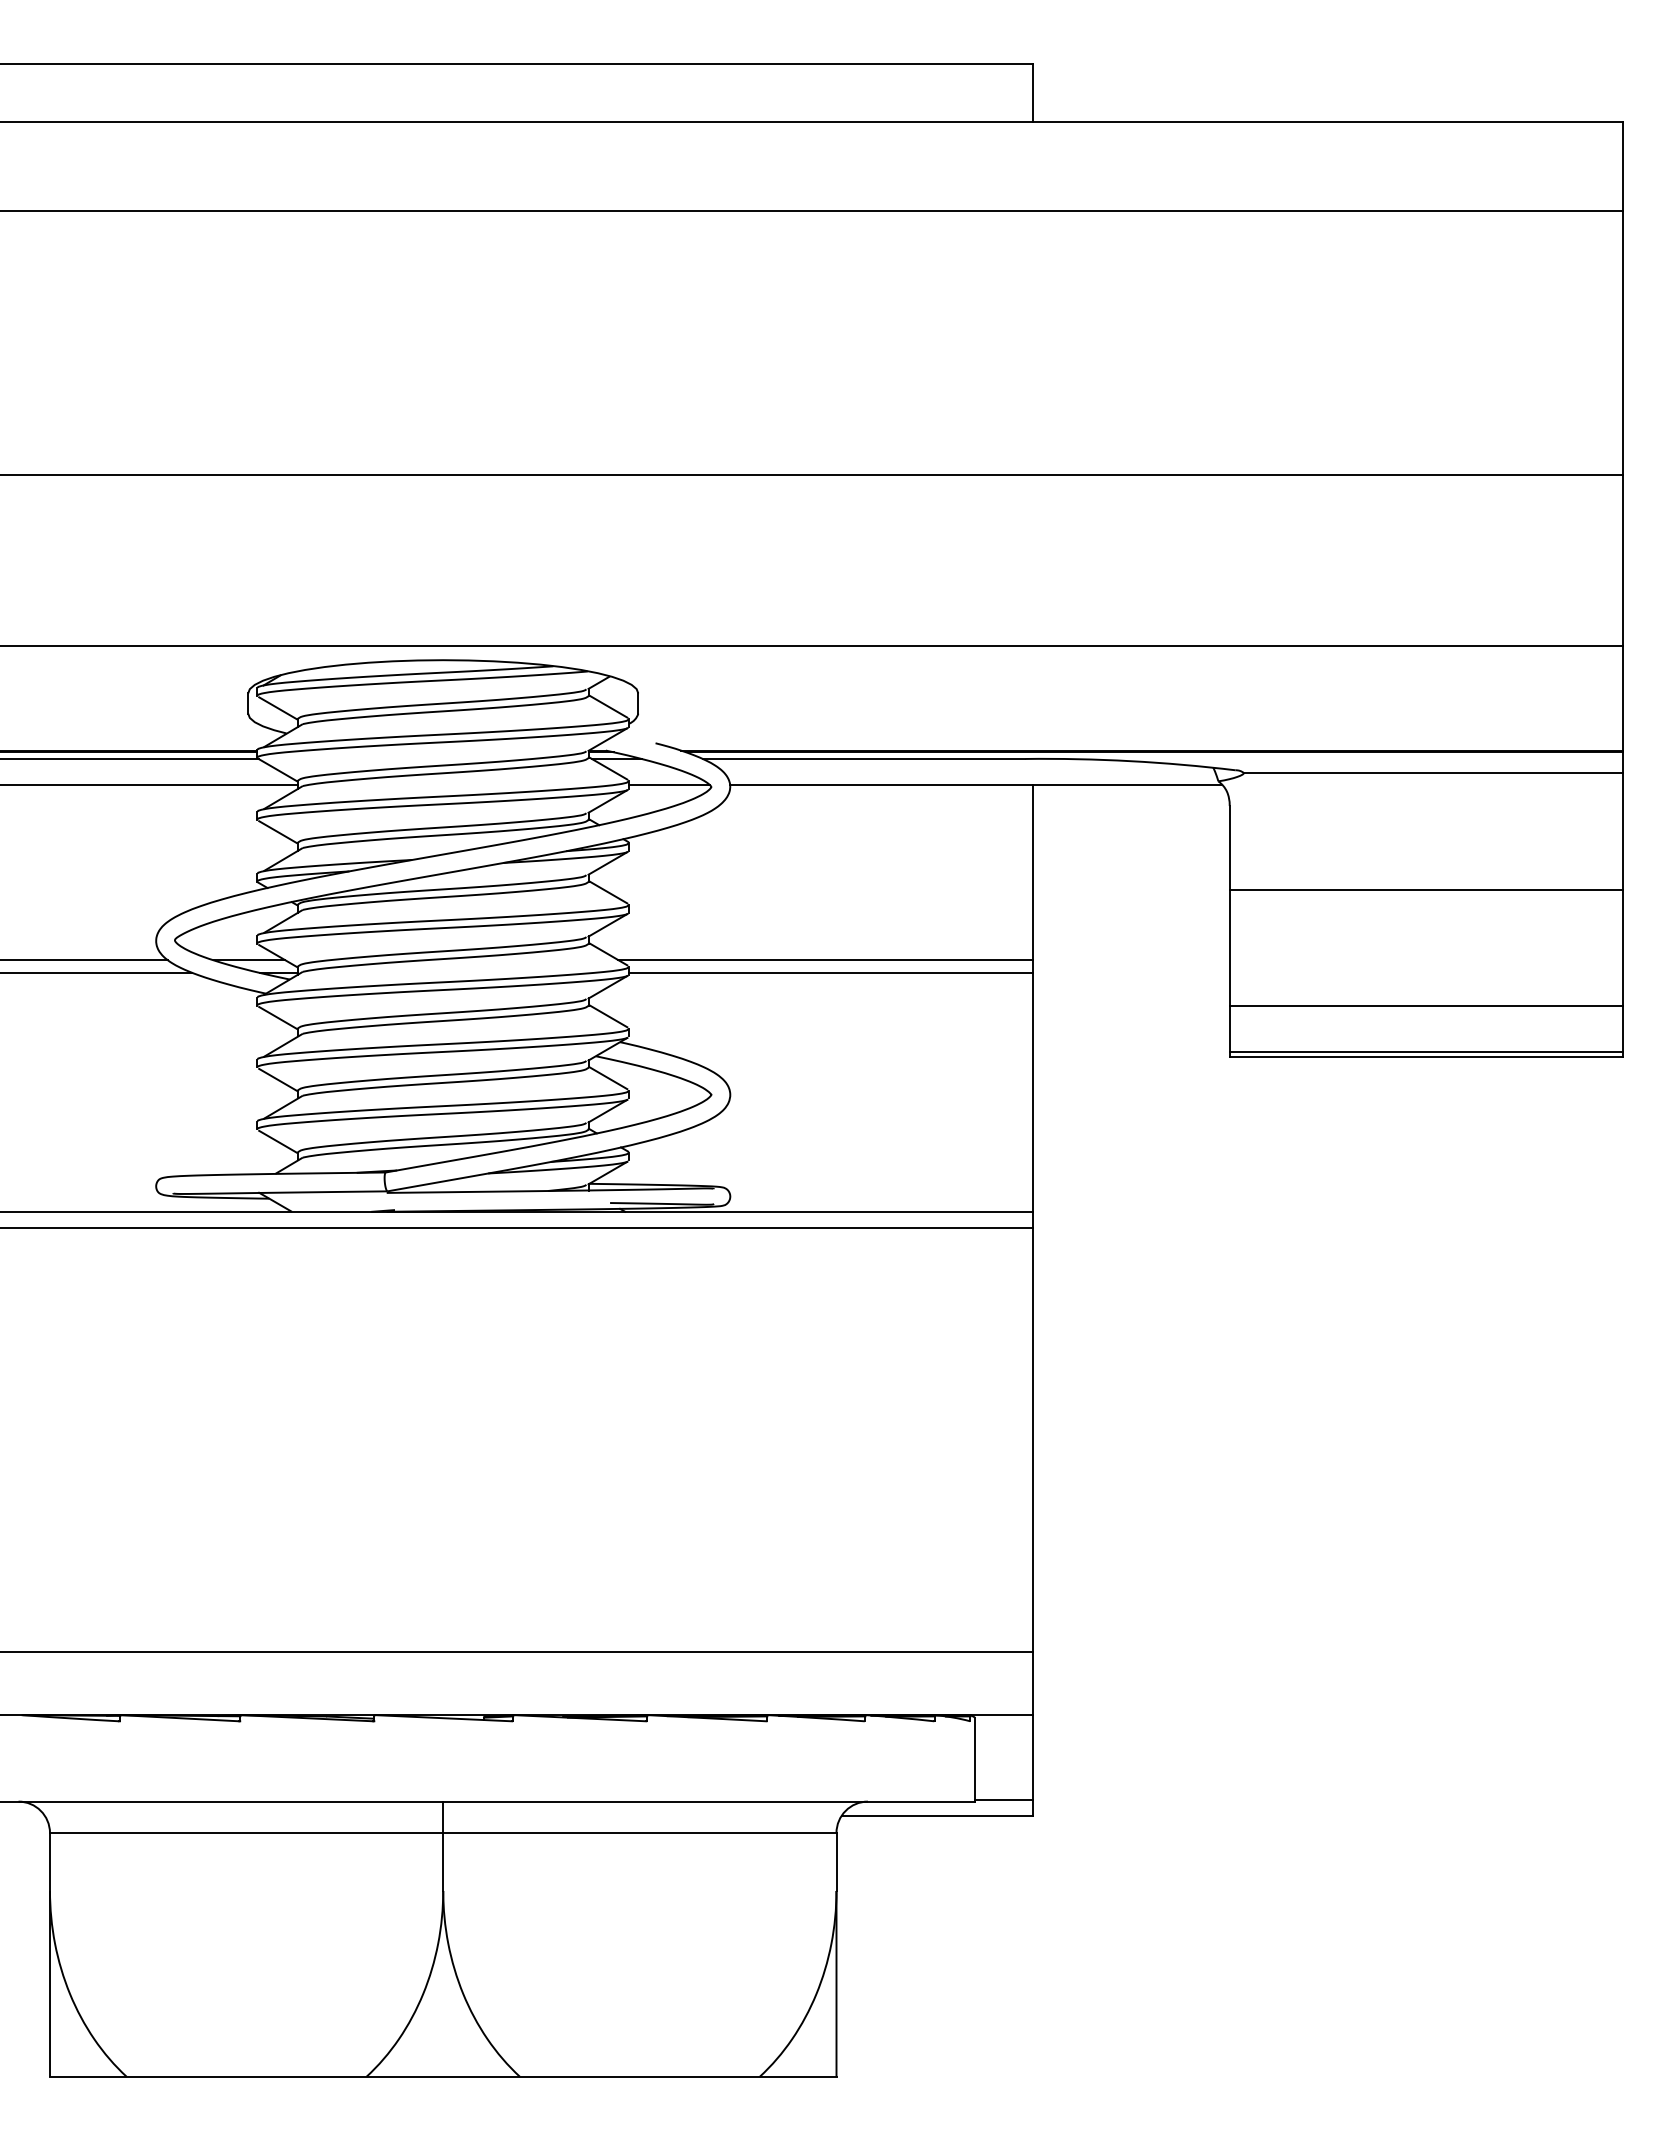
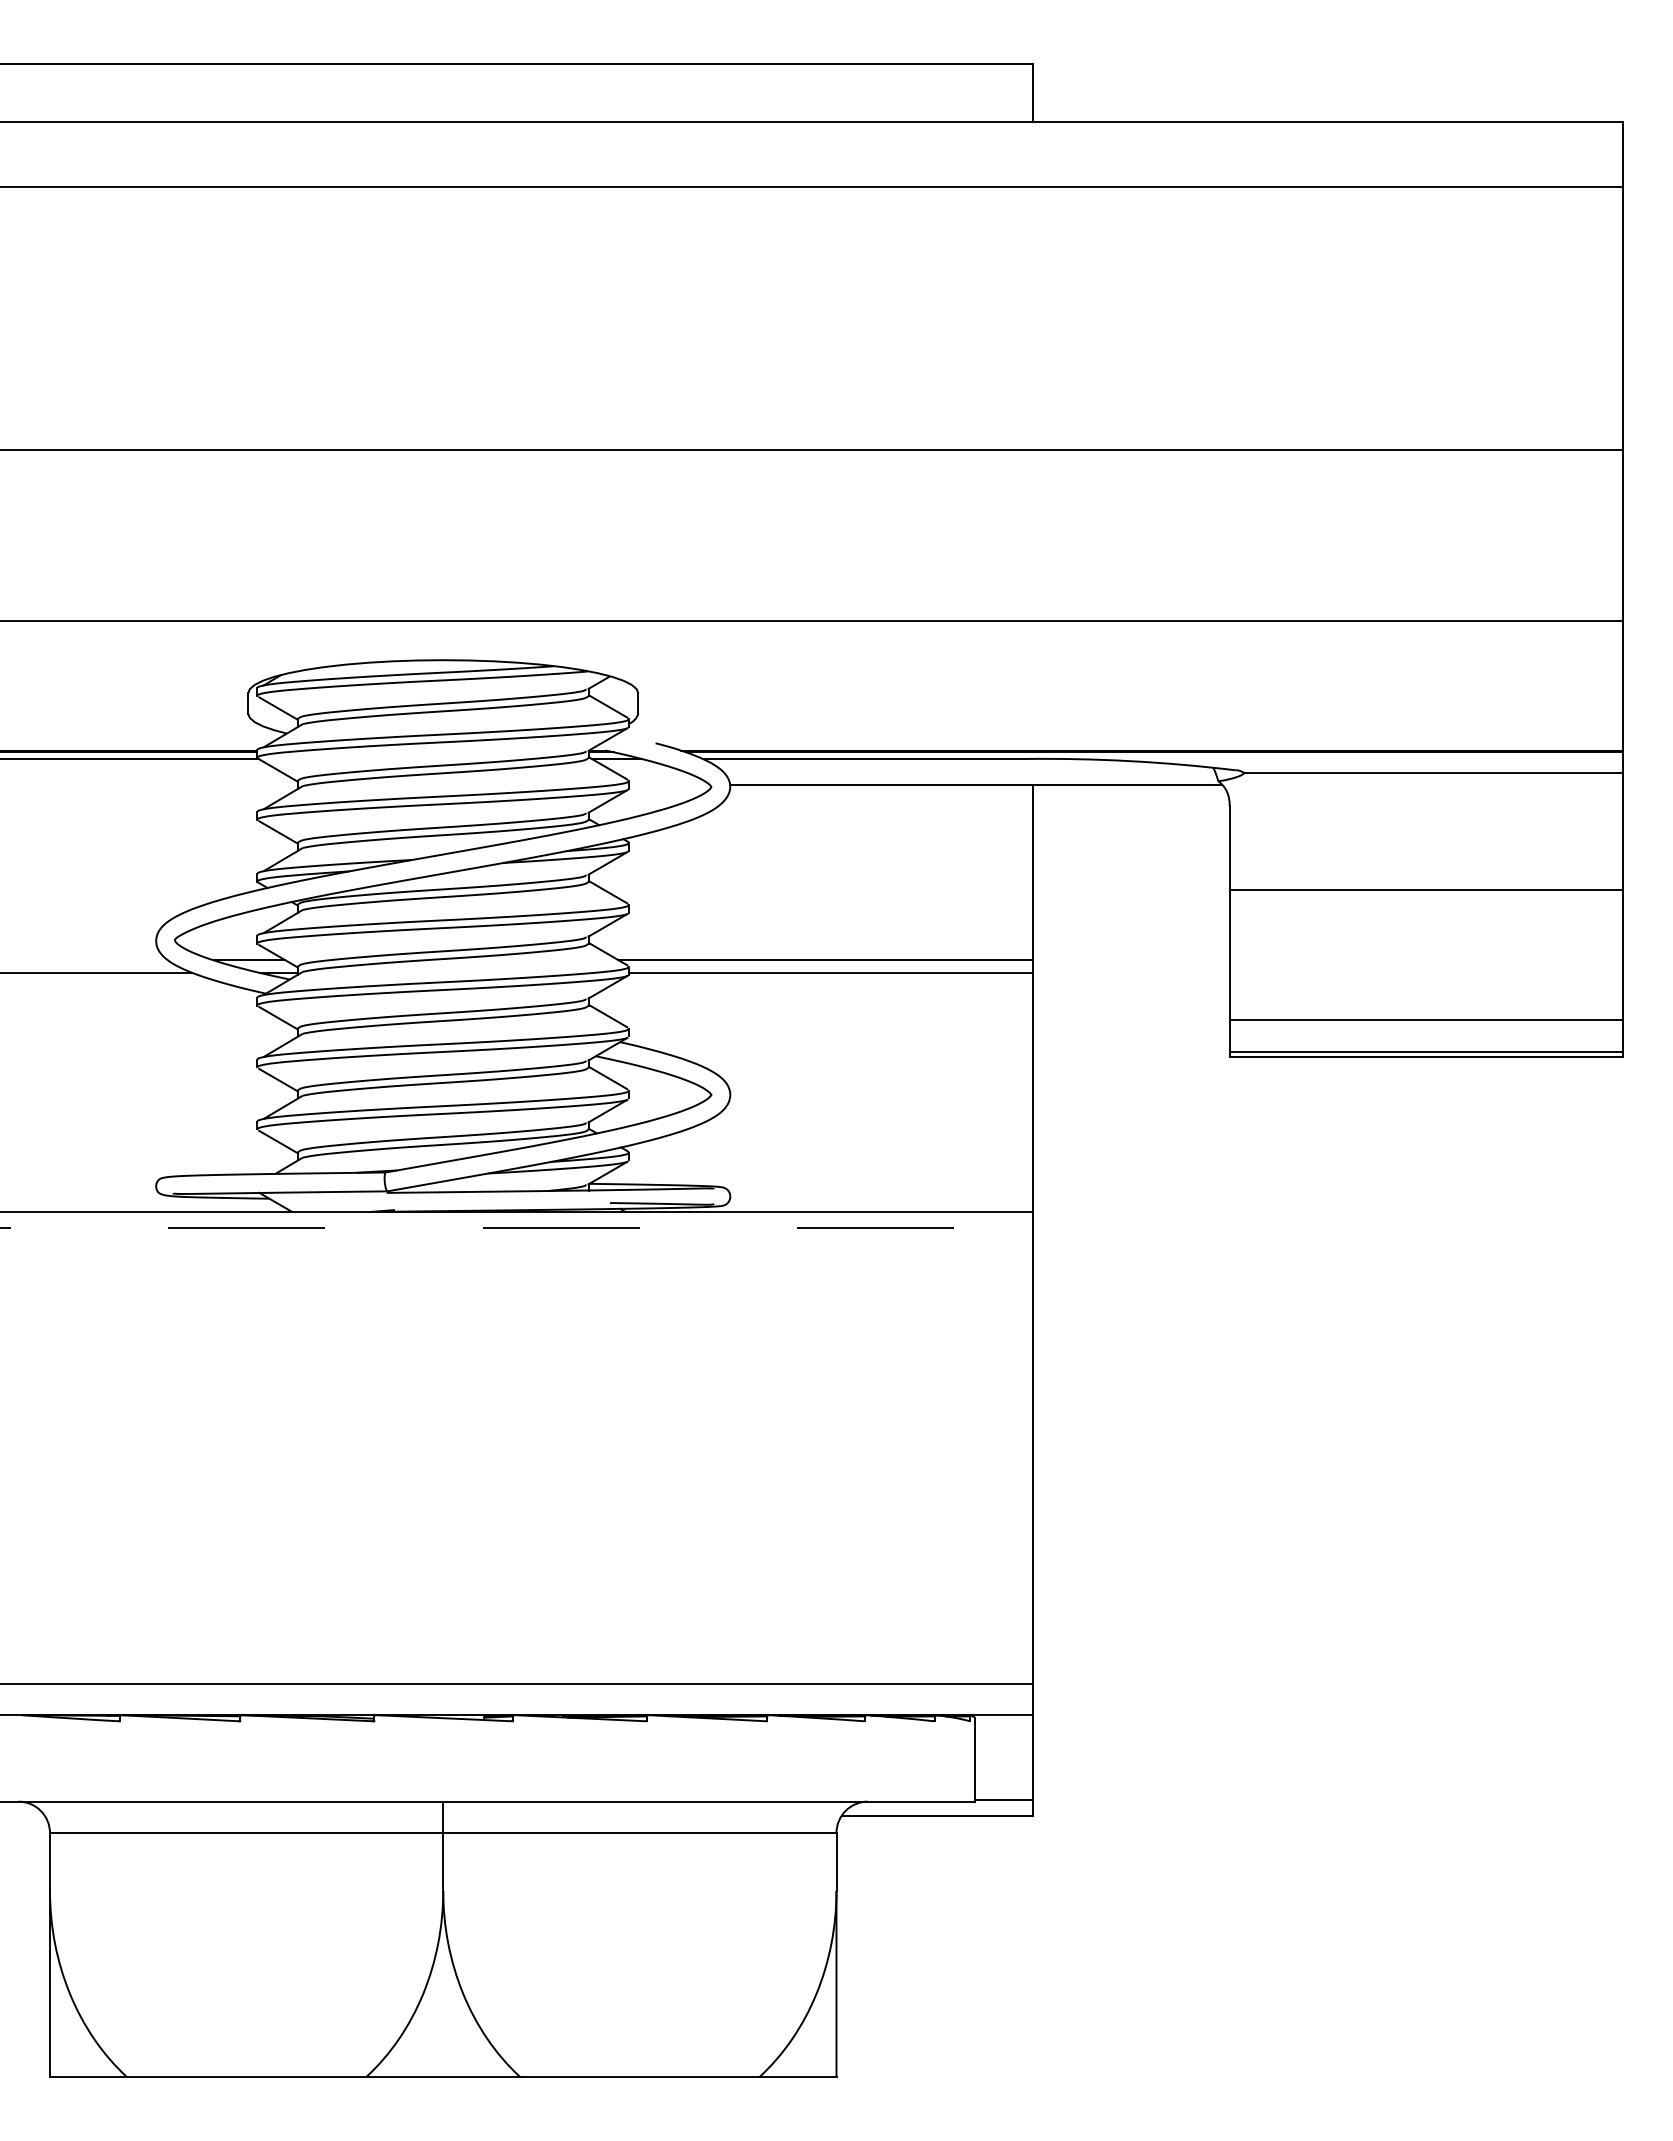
line at (812, 210) position: (812, 210) -> (812, 186)
line at (812, 475) position: (812, 475) -> (812, 450)
line at (812, 646) position: (812, 646) -> (812, 621)
line at (149, 785): present -> none
line at (669, 785): present -> none
line at (85, 960): present -> none
line at (1425, 1006) position: (1425, 1006) -> (1425, 1020)
line at (517, 1227): solid -> dashed
line at (517, 1652) position: (517, 1652) -> (517, 1684)
